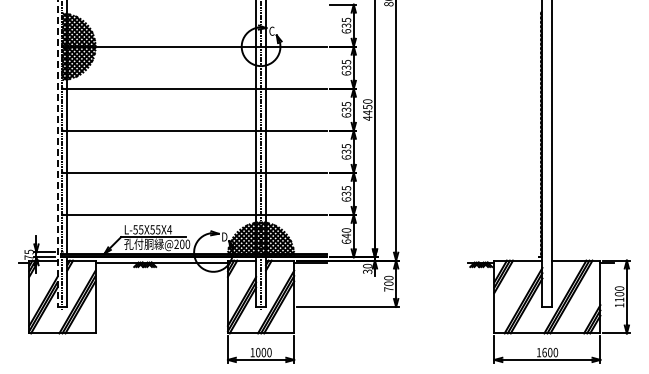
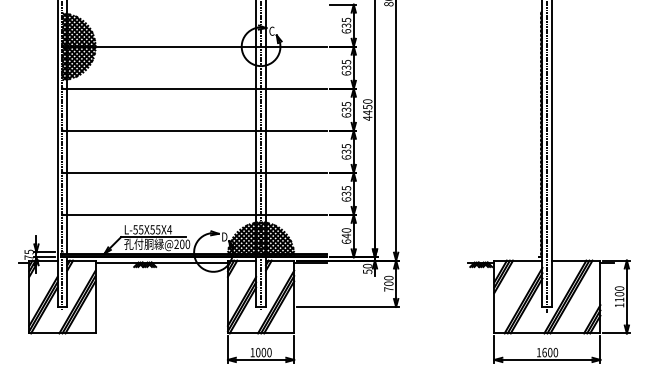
line at (57, 154): dashed -> solid
line at (547, 157): none -> present
text at (365, 271): 30 -> 50
